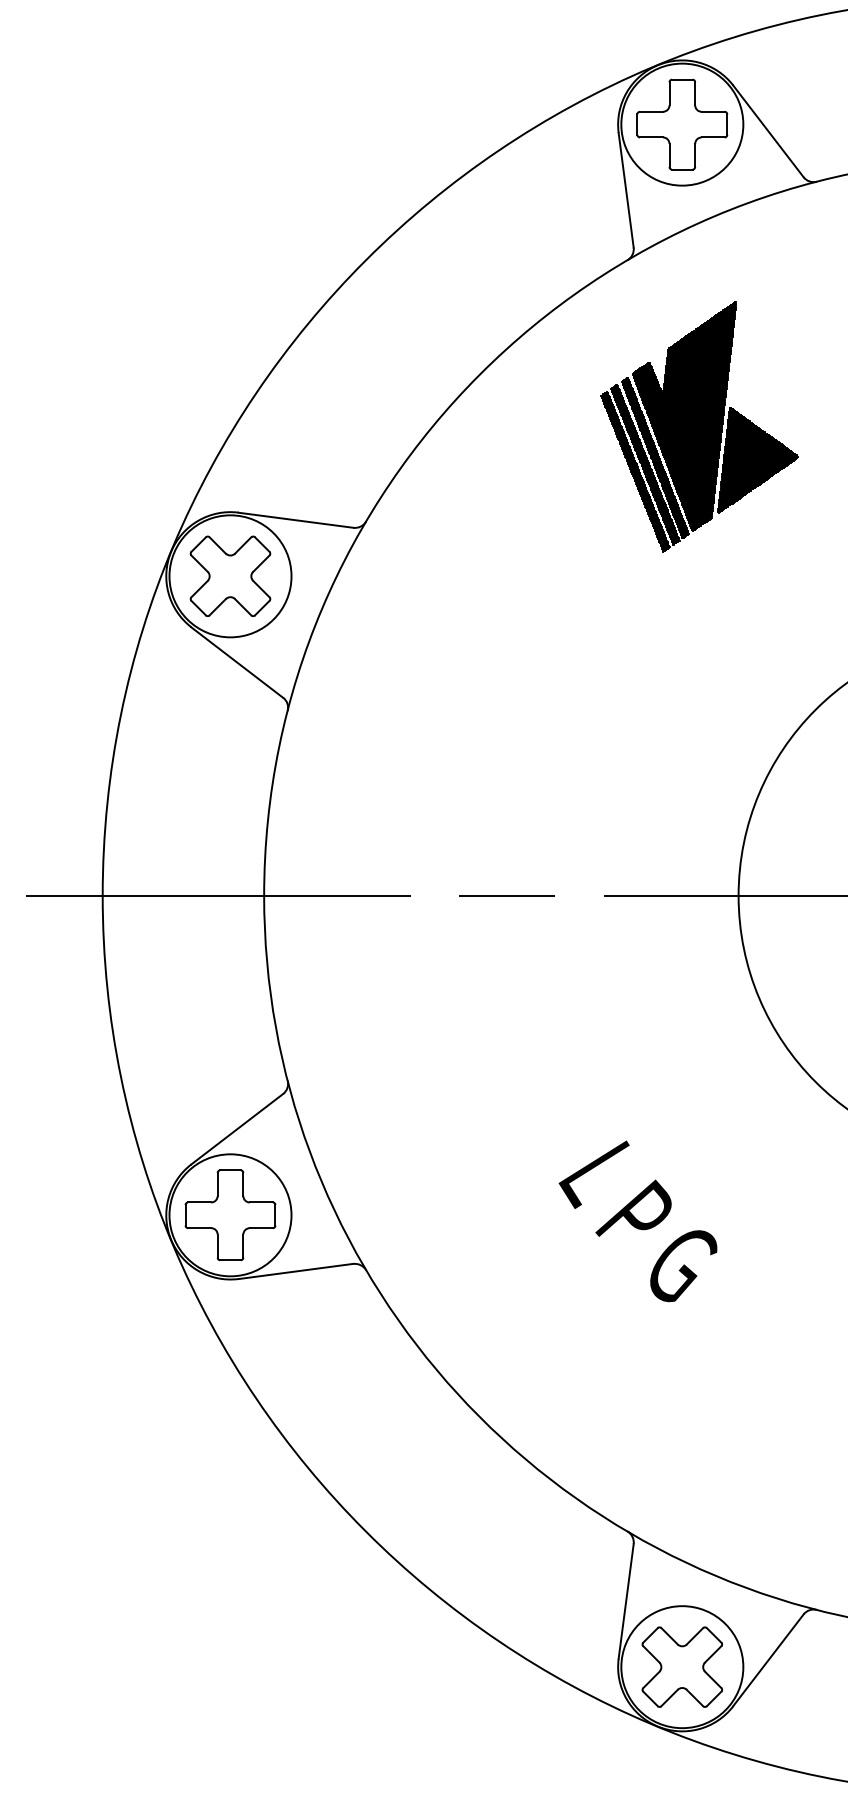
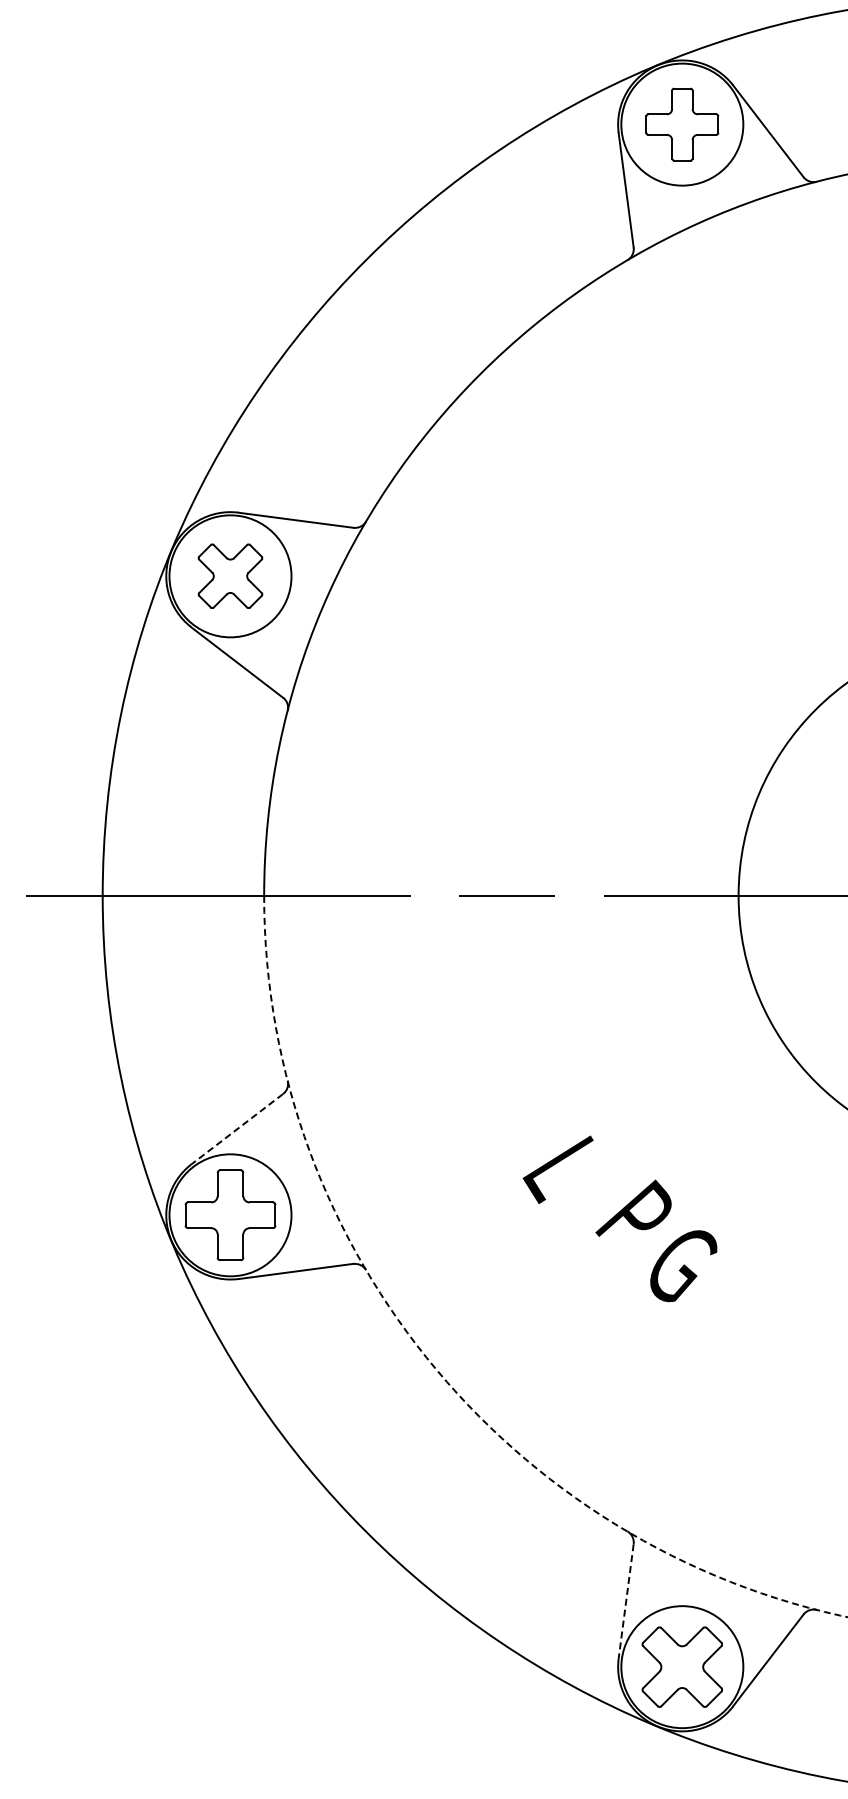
part at (682, 124) size: 93x93 px -> 75x75 px
part at (699, 426): present -> none
part at (230, 575) size: 83x82 px -> 67x66 px
line at (237, 1129): solid -> dashed
text at (593, 1174) position: (593, 1174) -> (557, 1169)
arc at (428, 1359): solid -> dashed
line at (626, 1601): solid -> dashed
